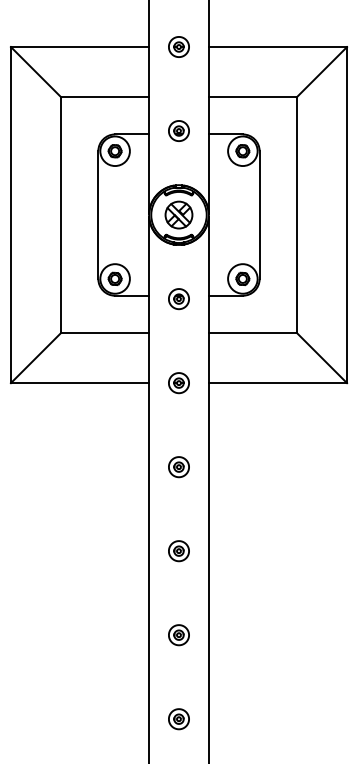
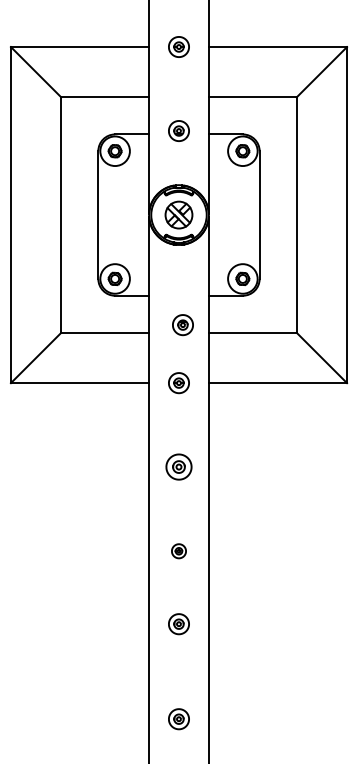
part at (178, 299) position: (178, 299) -> (182, 325)
part at (178, 467) size: 22x23 px -> 28x28 px
part at (178, 551) size: 22x23 px -> 16x17 px
part at (178, 635) position: (178, 635) -> (178, 624)
